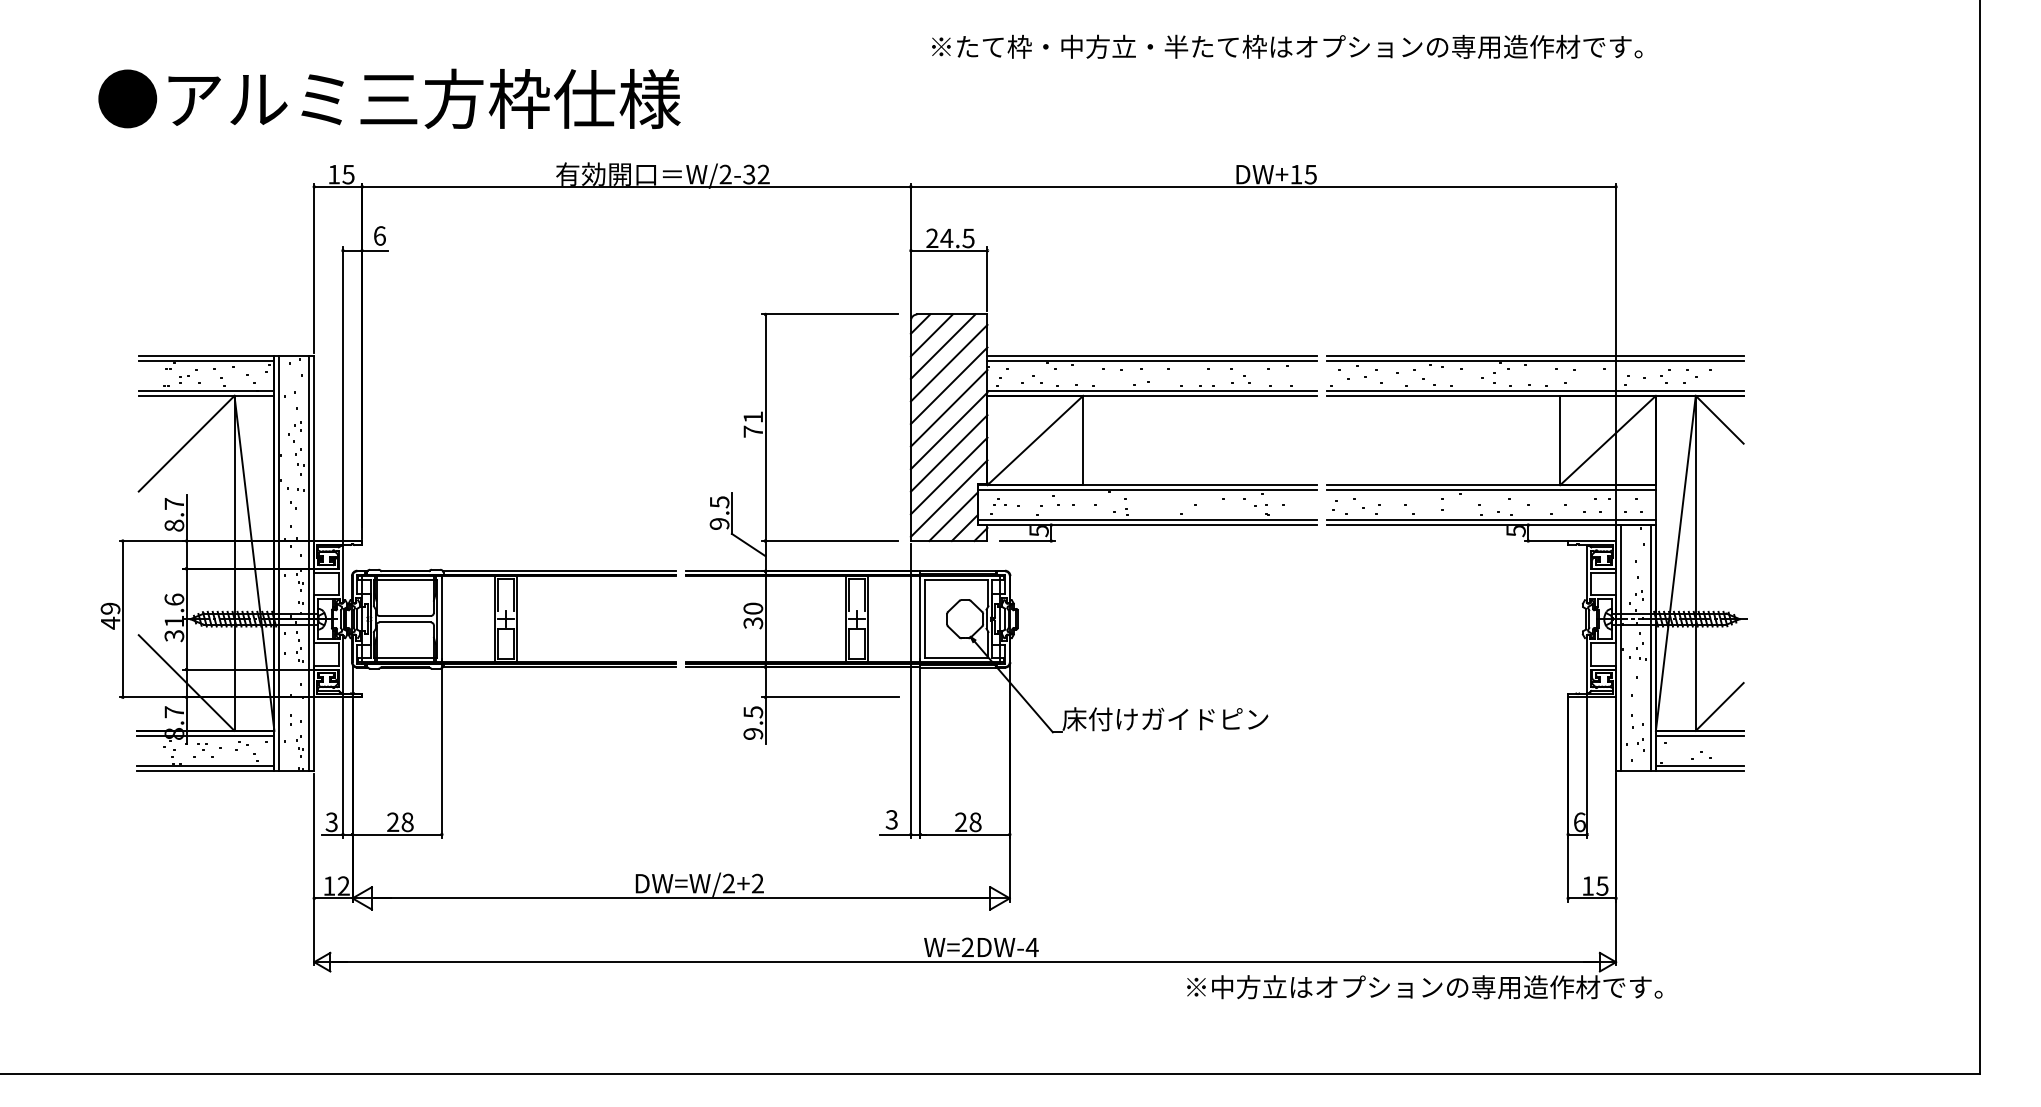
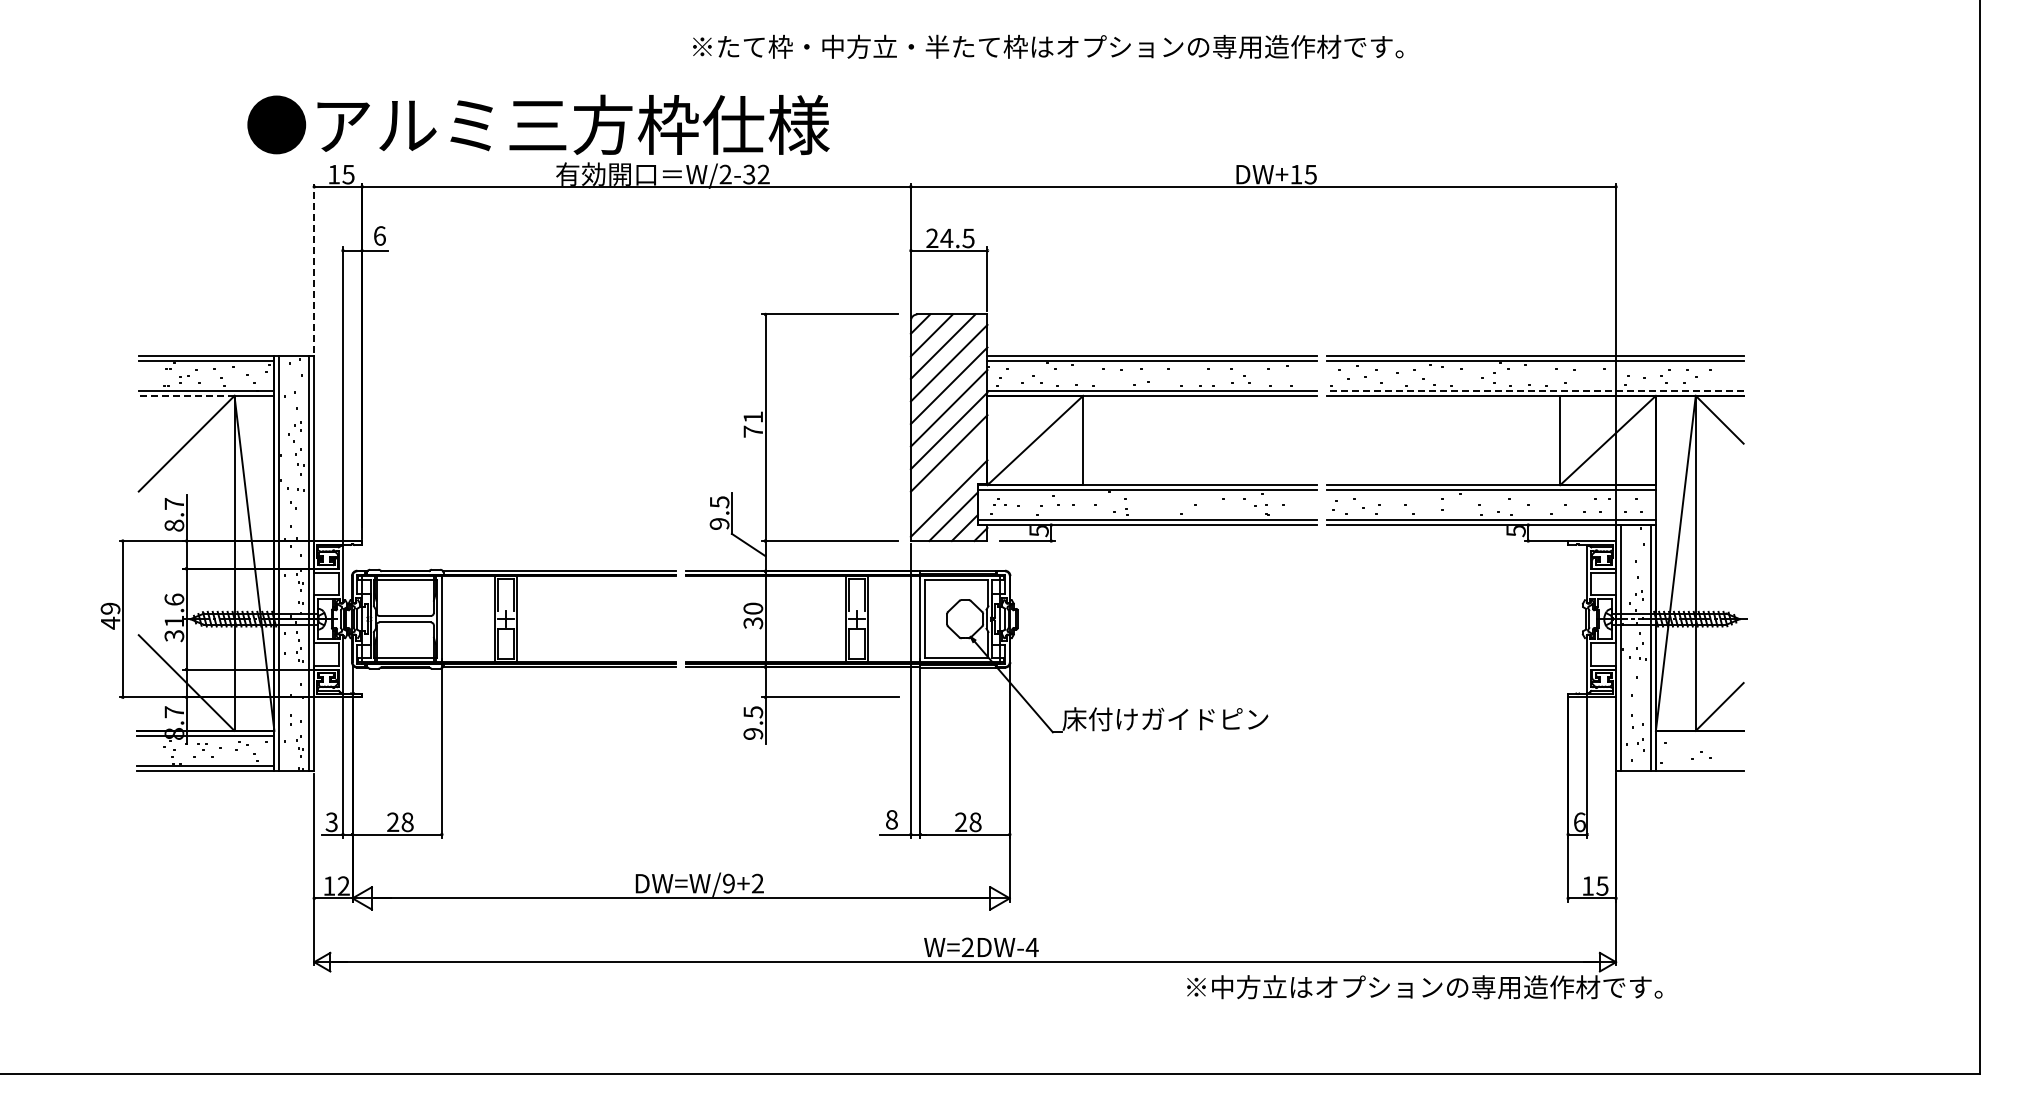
text at (1287, 46) position: (1287, 46) -> (1048, 46)
text at (389, 98) position: (389, 98) -> (538, 124)
line at (314, 268): solid -> dashed
line at (1535, 391): solid -> dashed
line at (186, 395): solid -> dashed
line at (948, 475): present -> none
line at (1699, 735): present -> none
line at (1699, 765): present -> none
text at (891, 819): 3 -> 8
text at (728, 883): DW=W/2+2 -> DW=W/9+2
